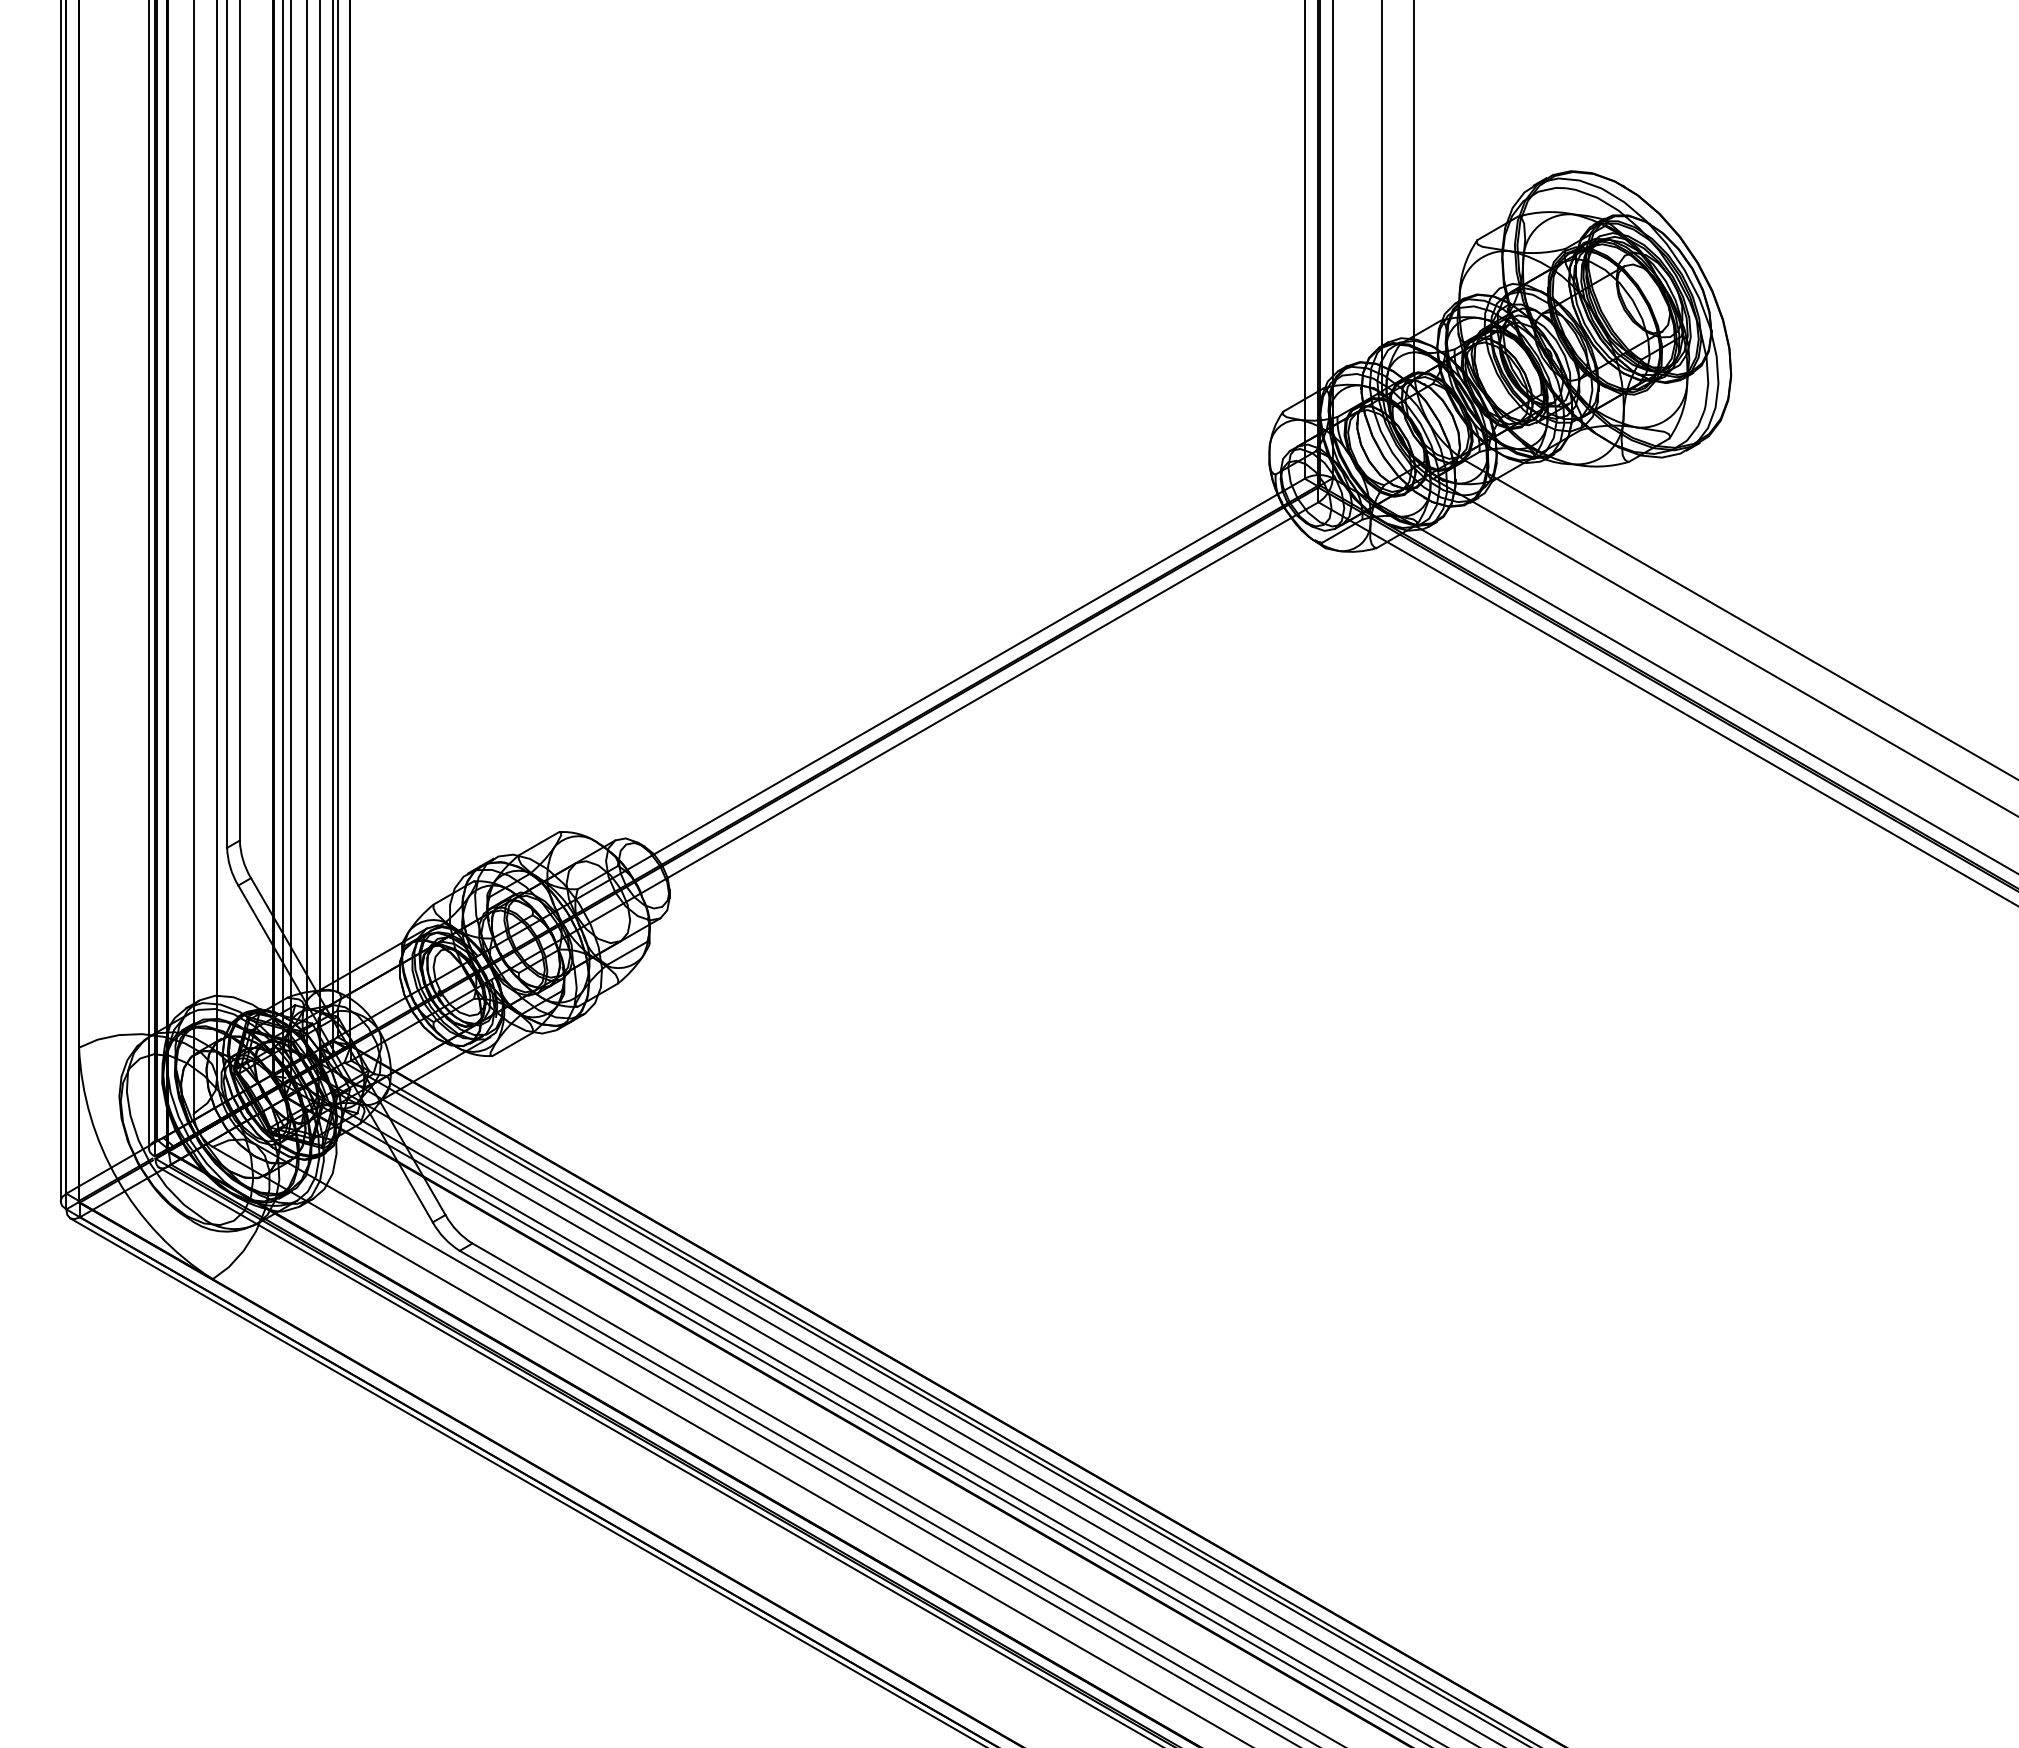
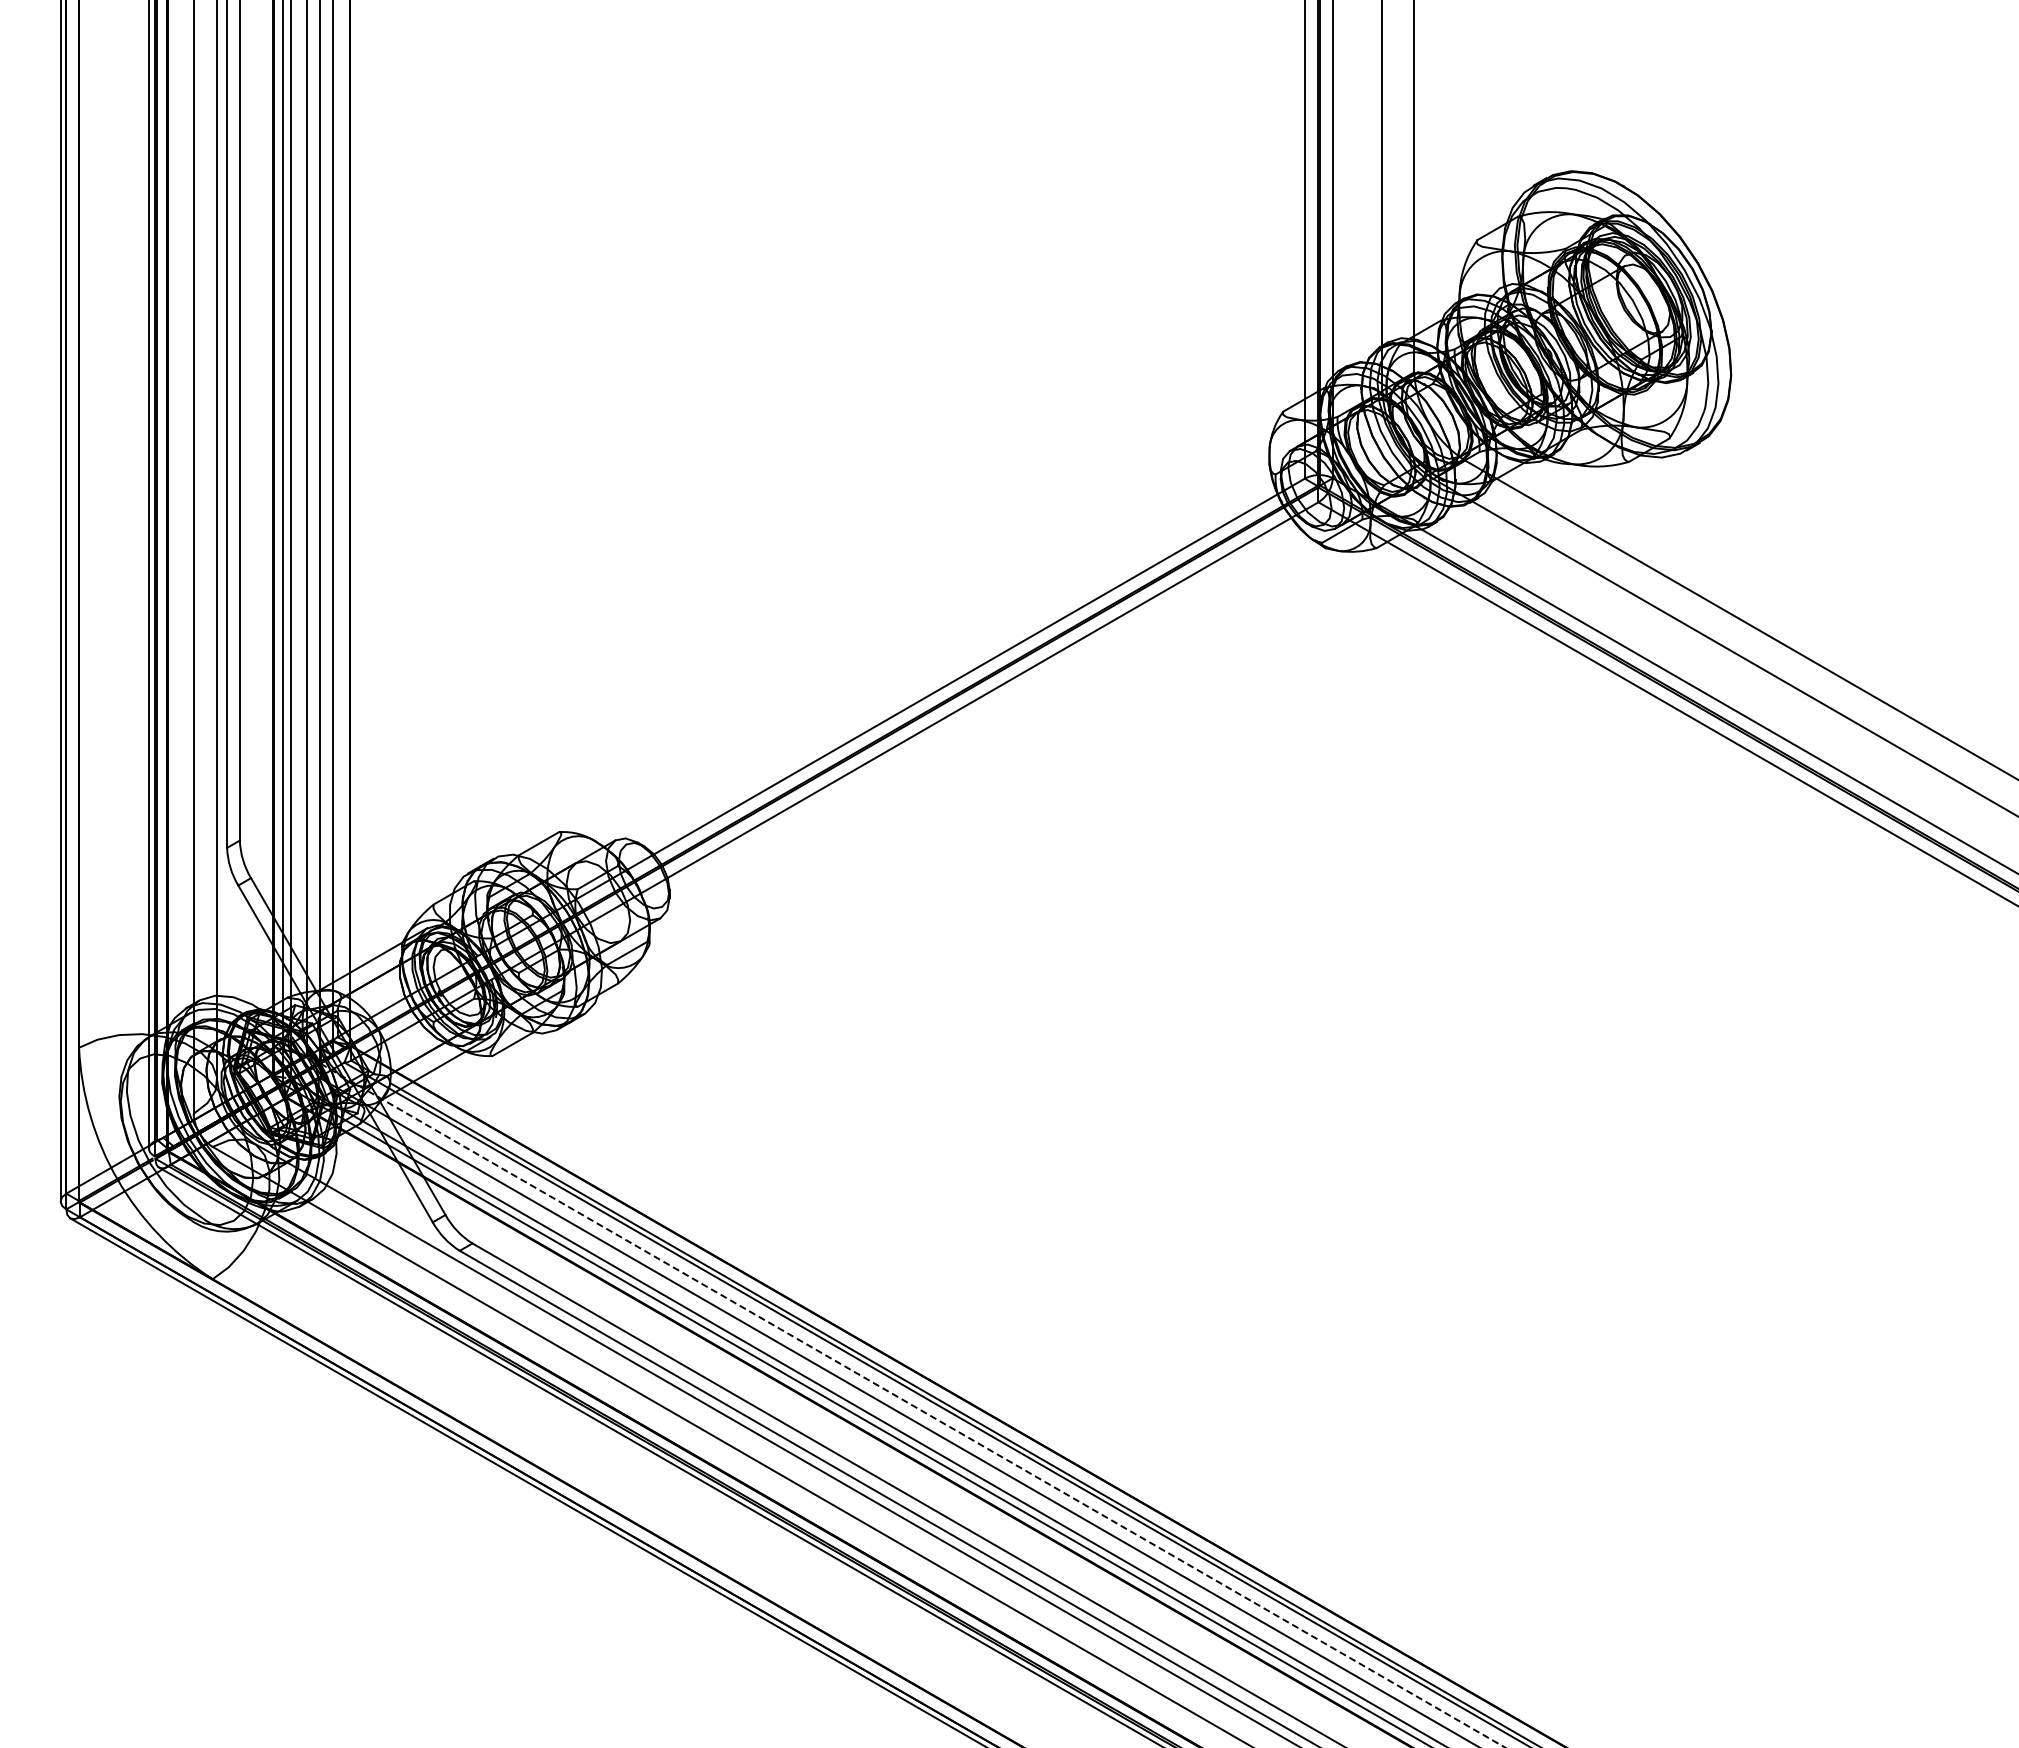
line at (337, 497): present -> none
line at (913, 1406): solid -> dashed
